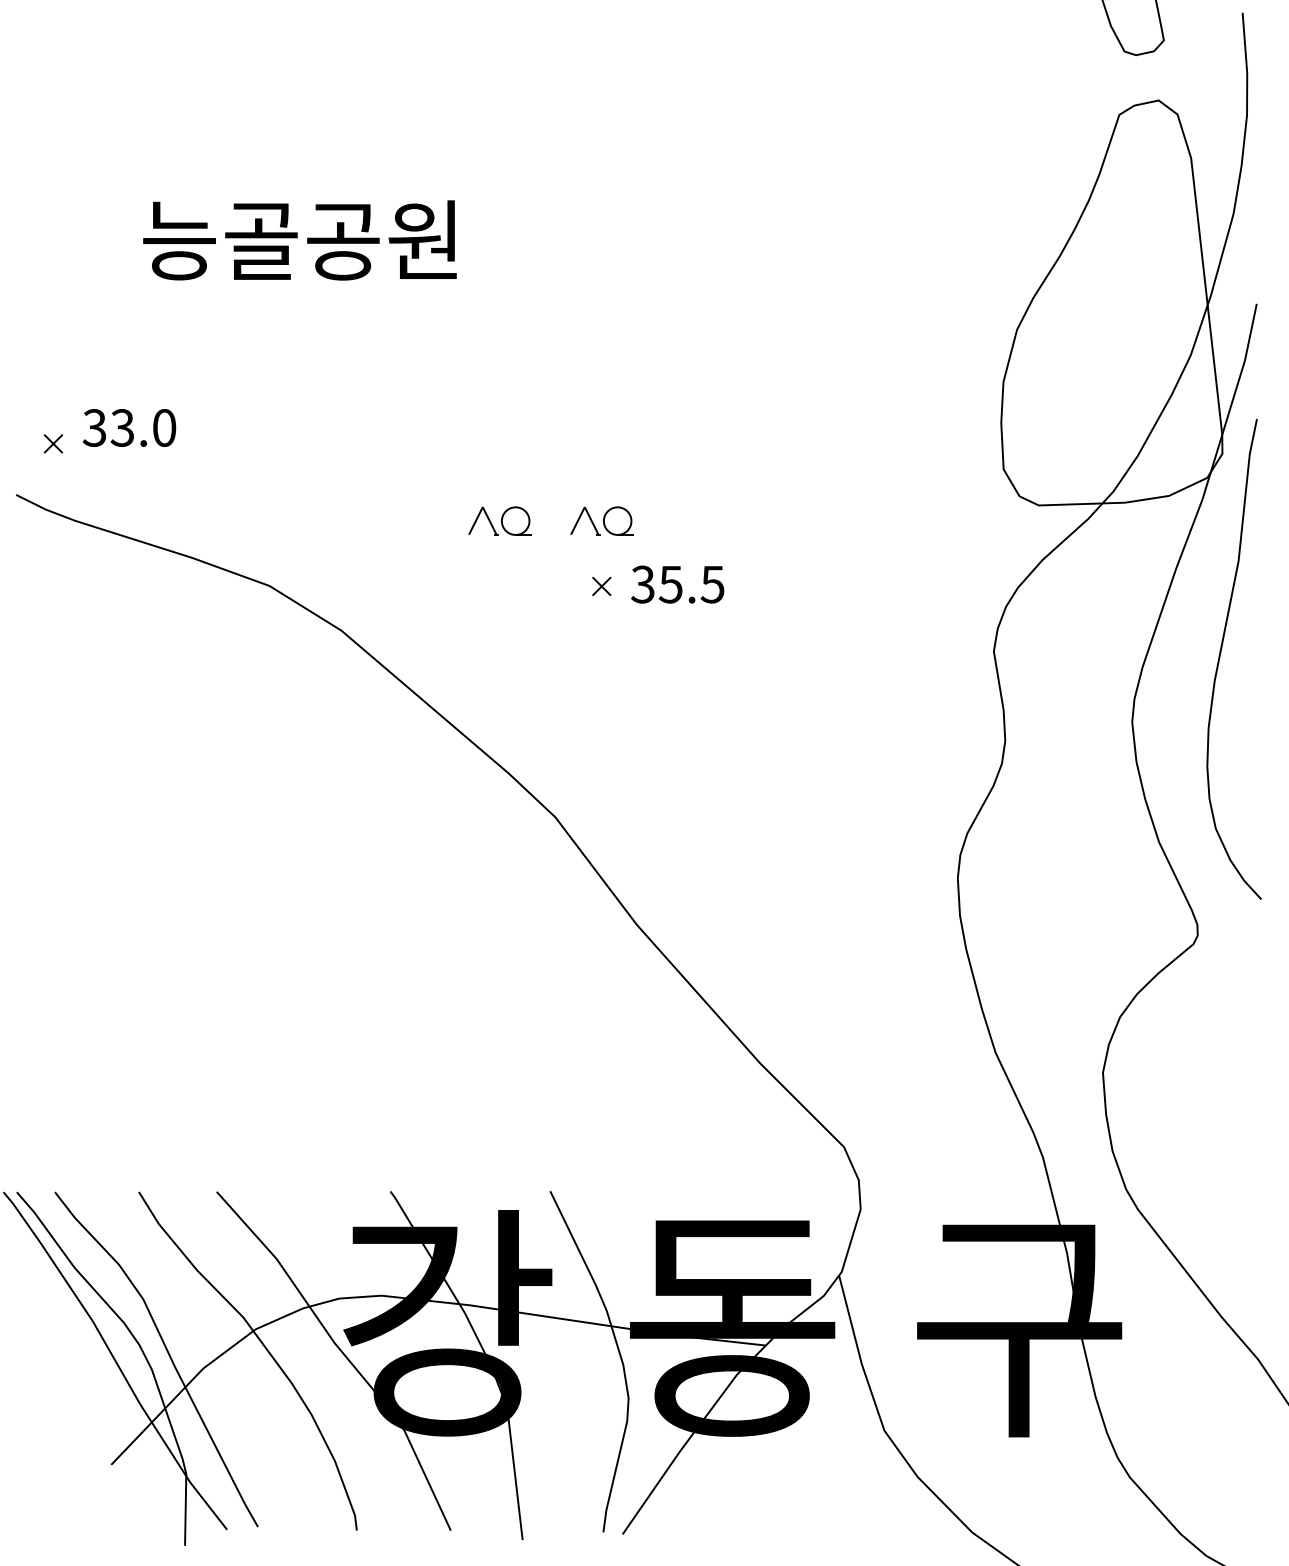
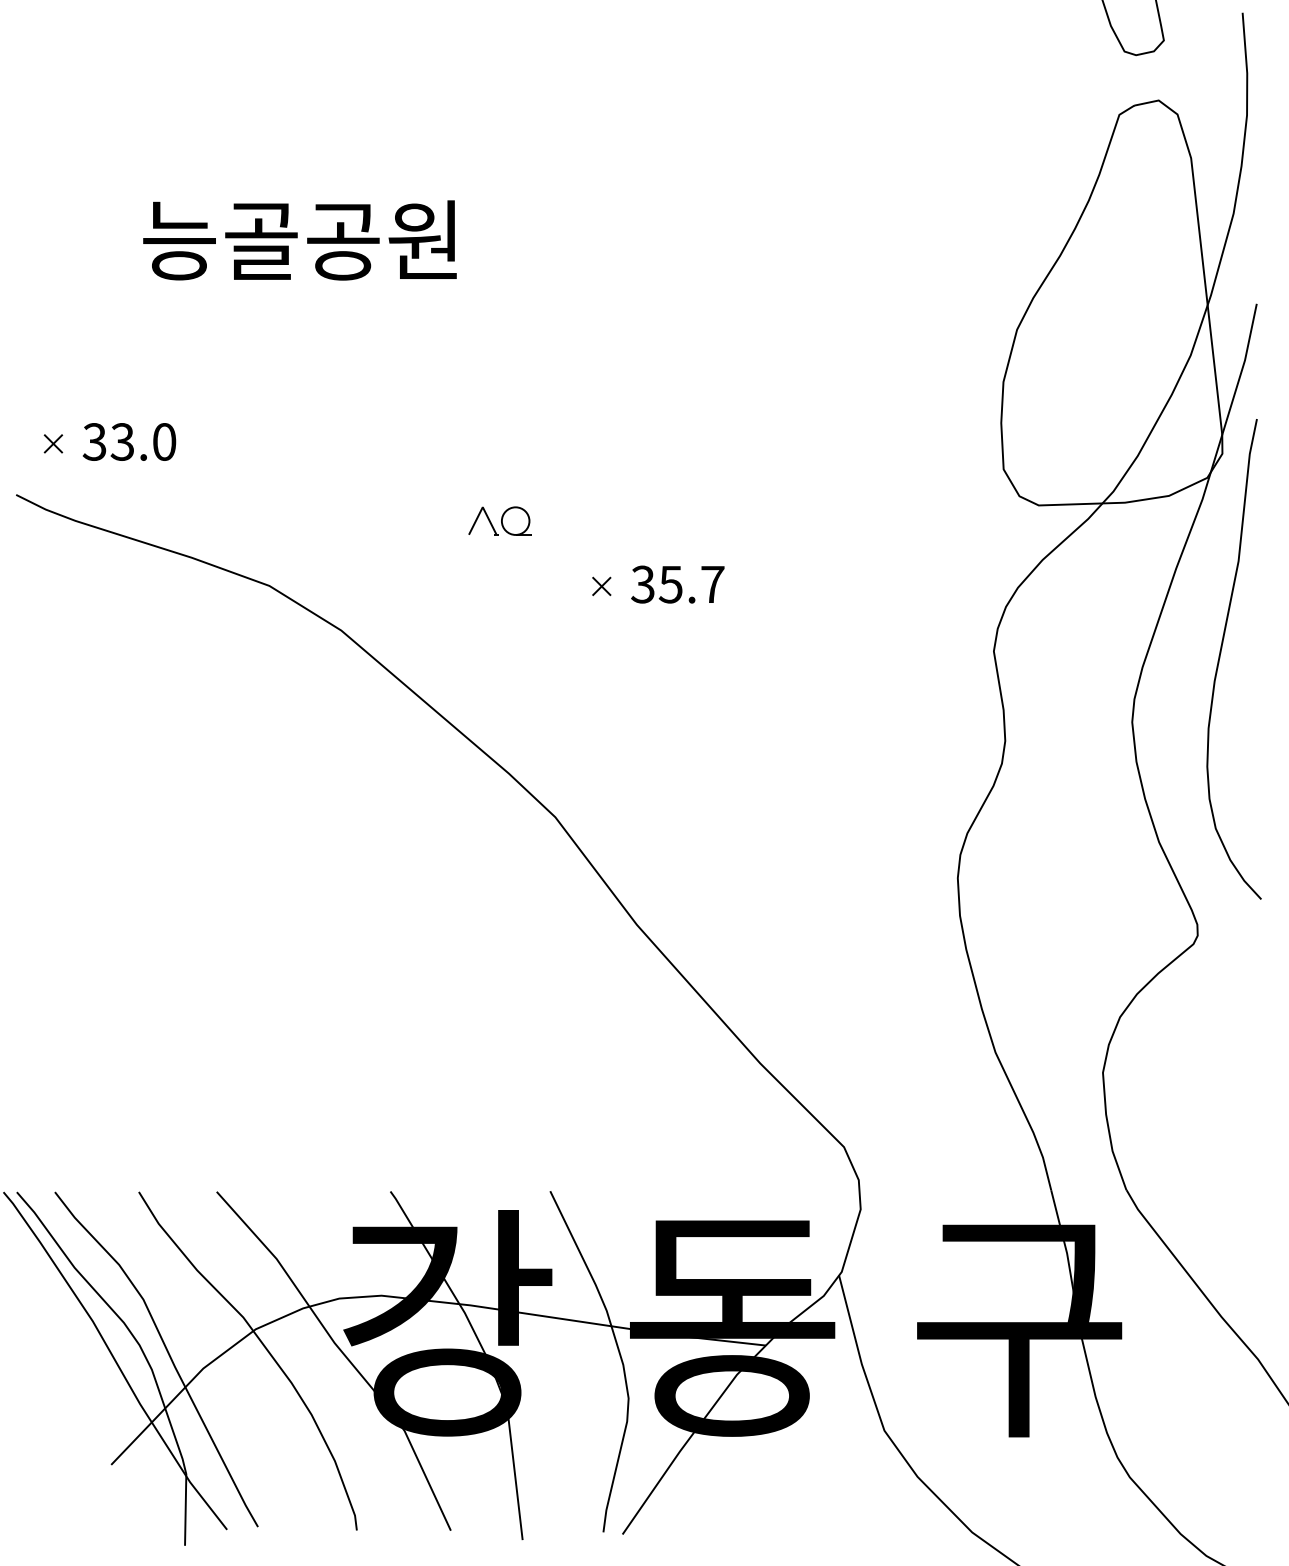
text at (129, 427) position: (129, 427) -> (129, 441)
part at (601, 520): present -> none
text at (712, 584): 35.5 -> 35.7
